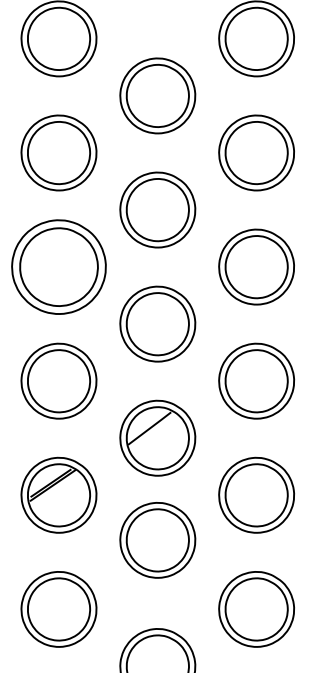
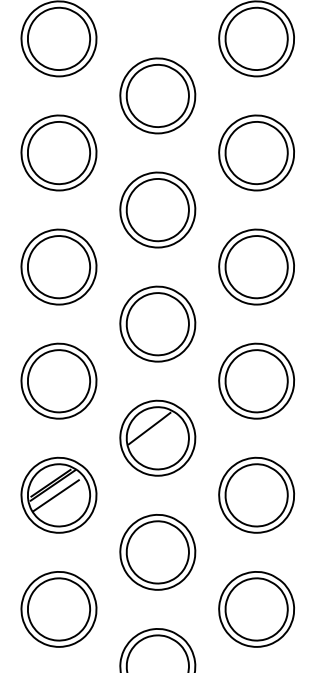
part at (58, 266) size: 96x96 px -> 78x78 px
line at (55, 495): none -> present
part at (157, 540) position: (157, 540) -> (157, 552)
